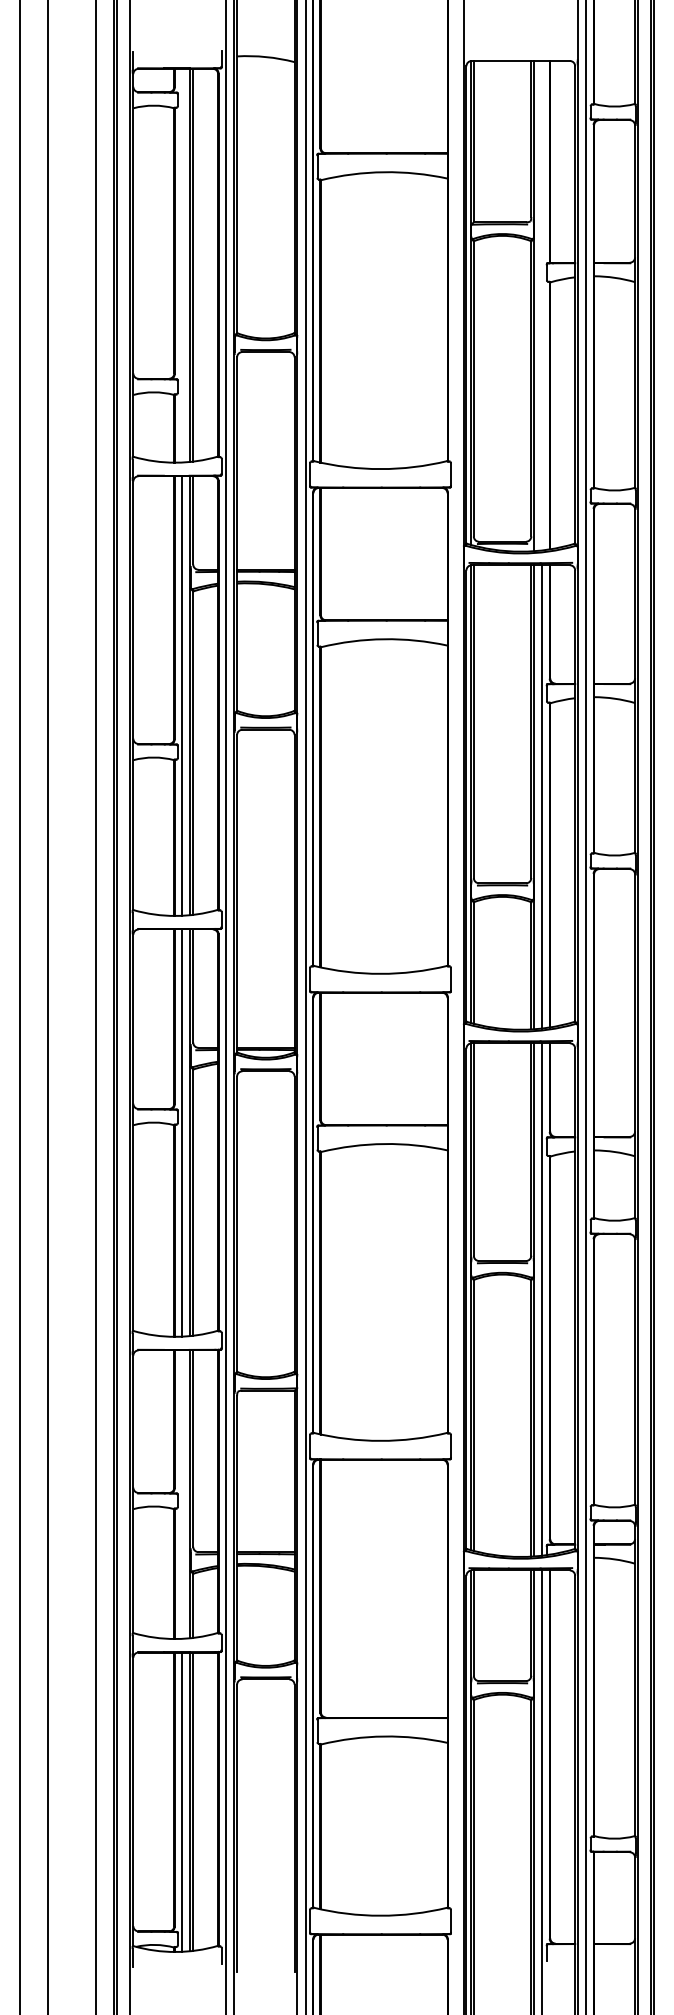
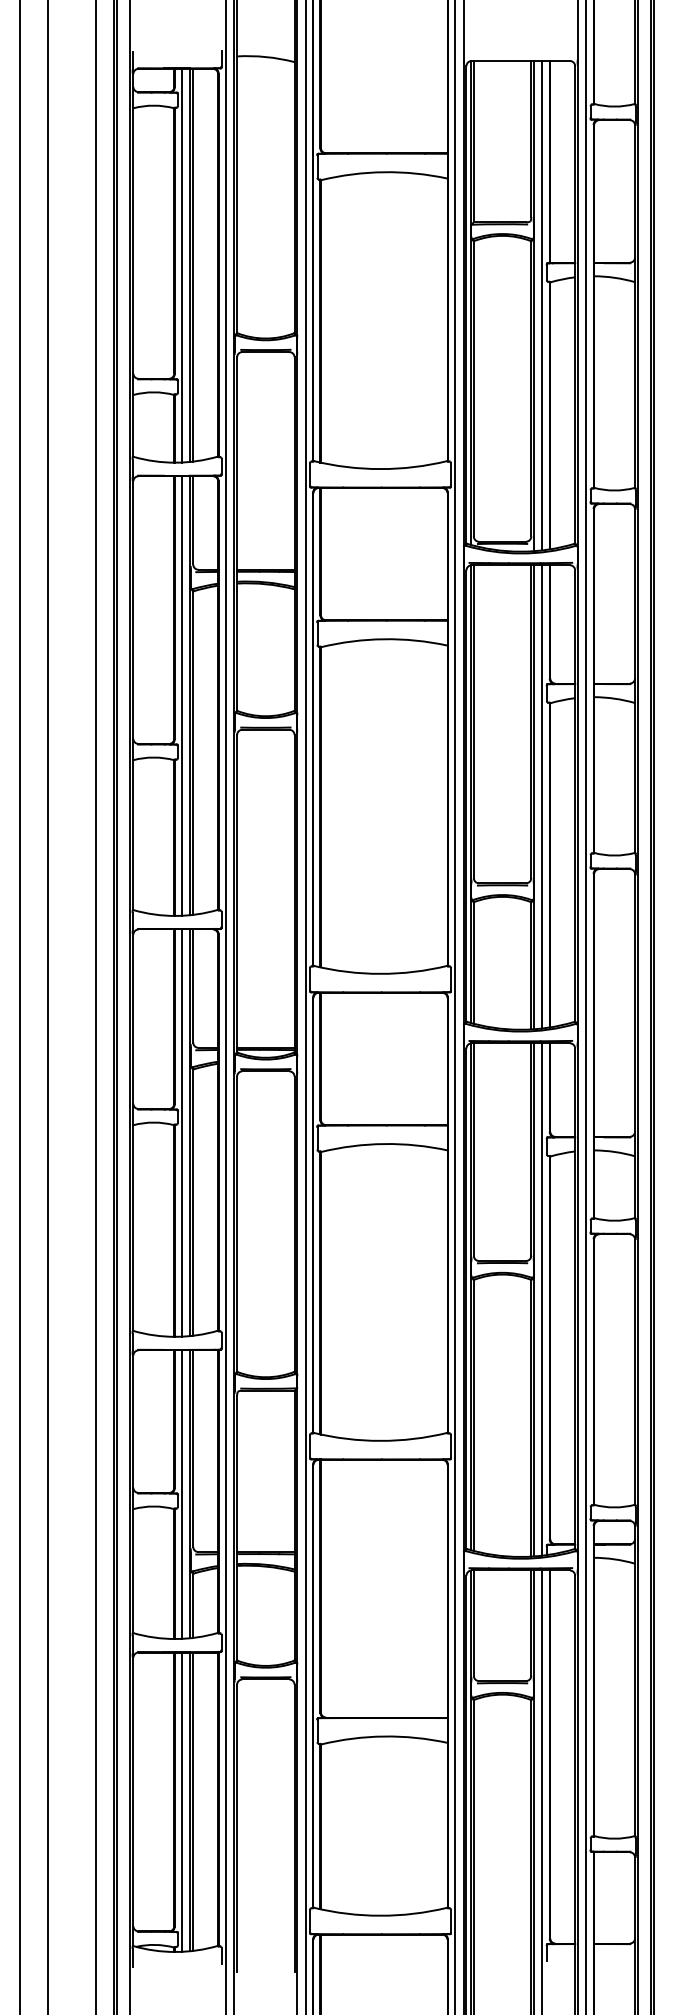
line at (182, 265): none -> present
line at (542, 305): none -> present
line at (455, 1006): none -> present
line at (182, 1494): none -> present
